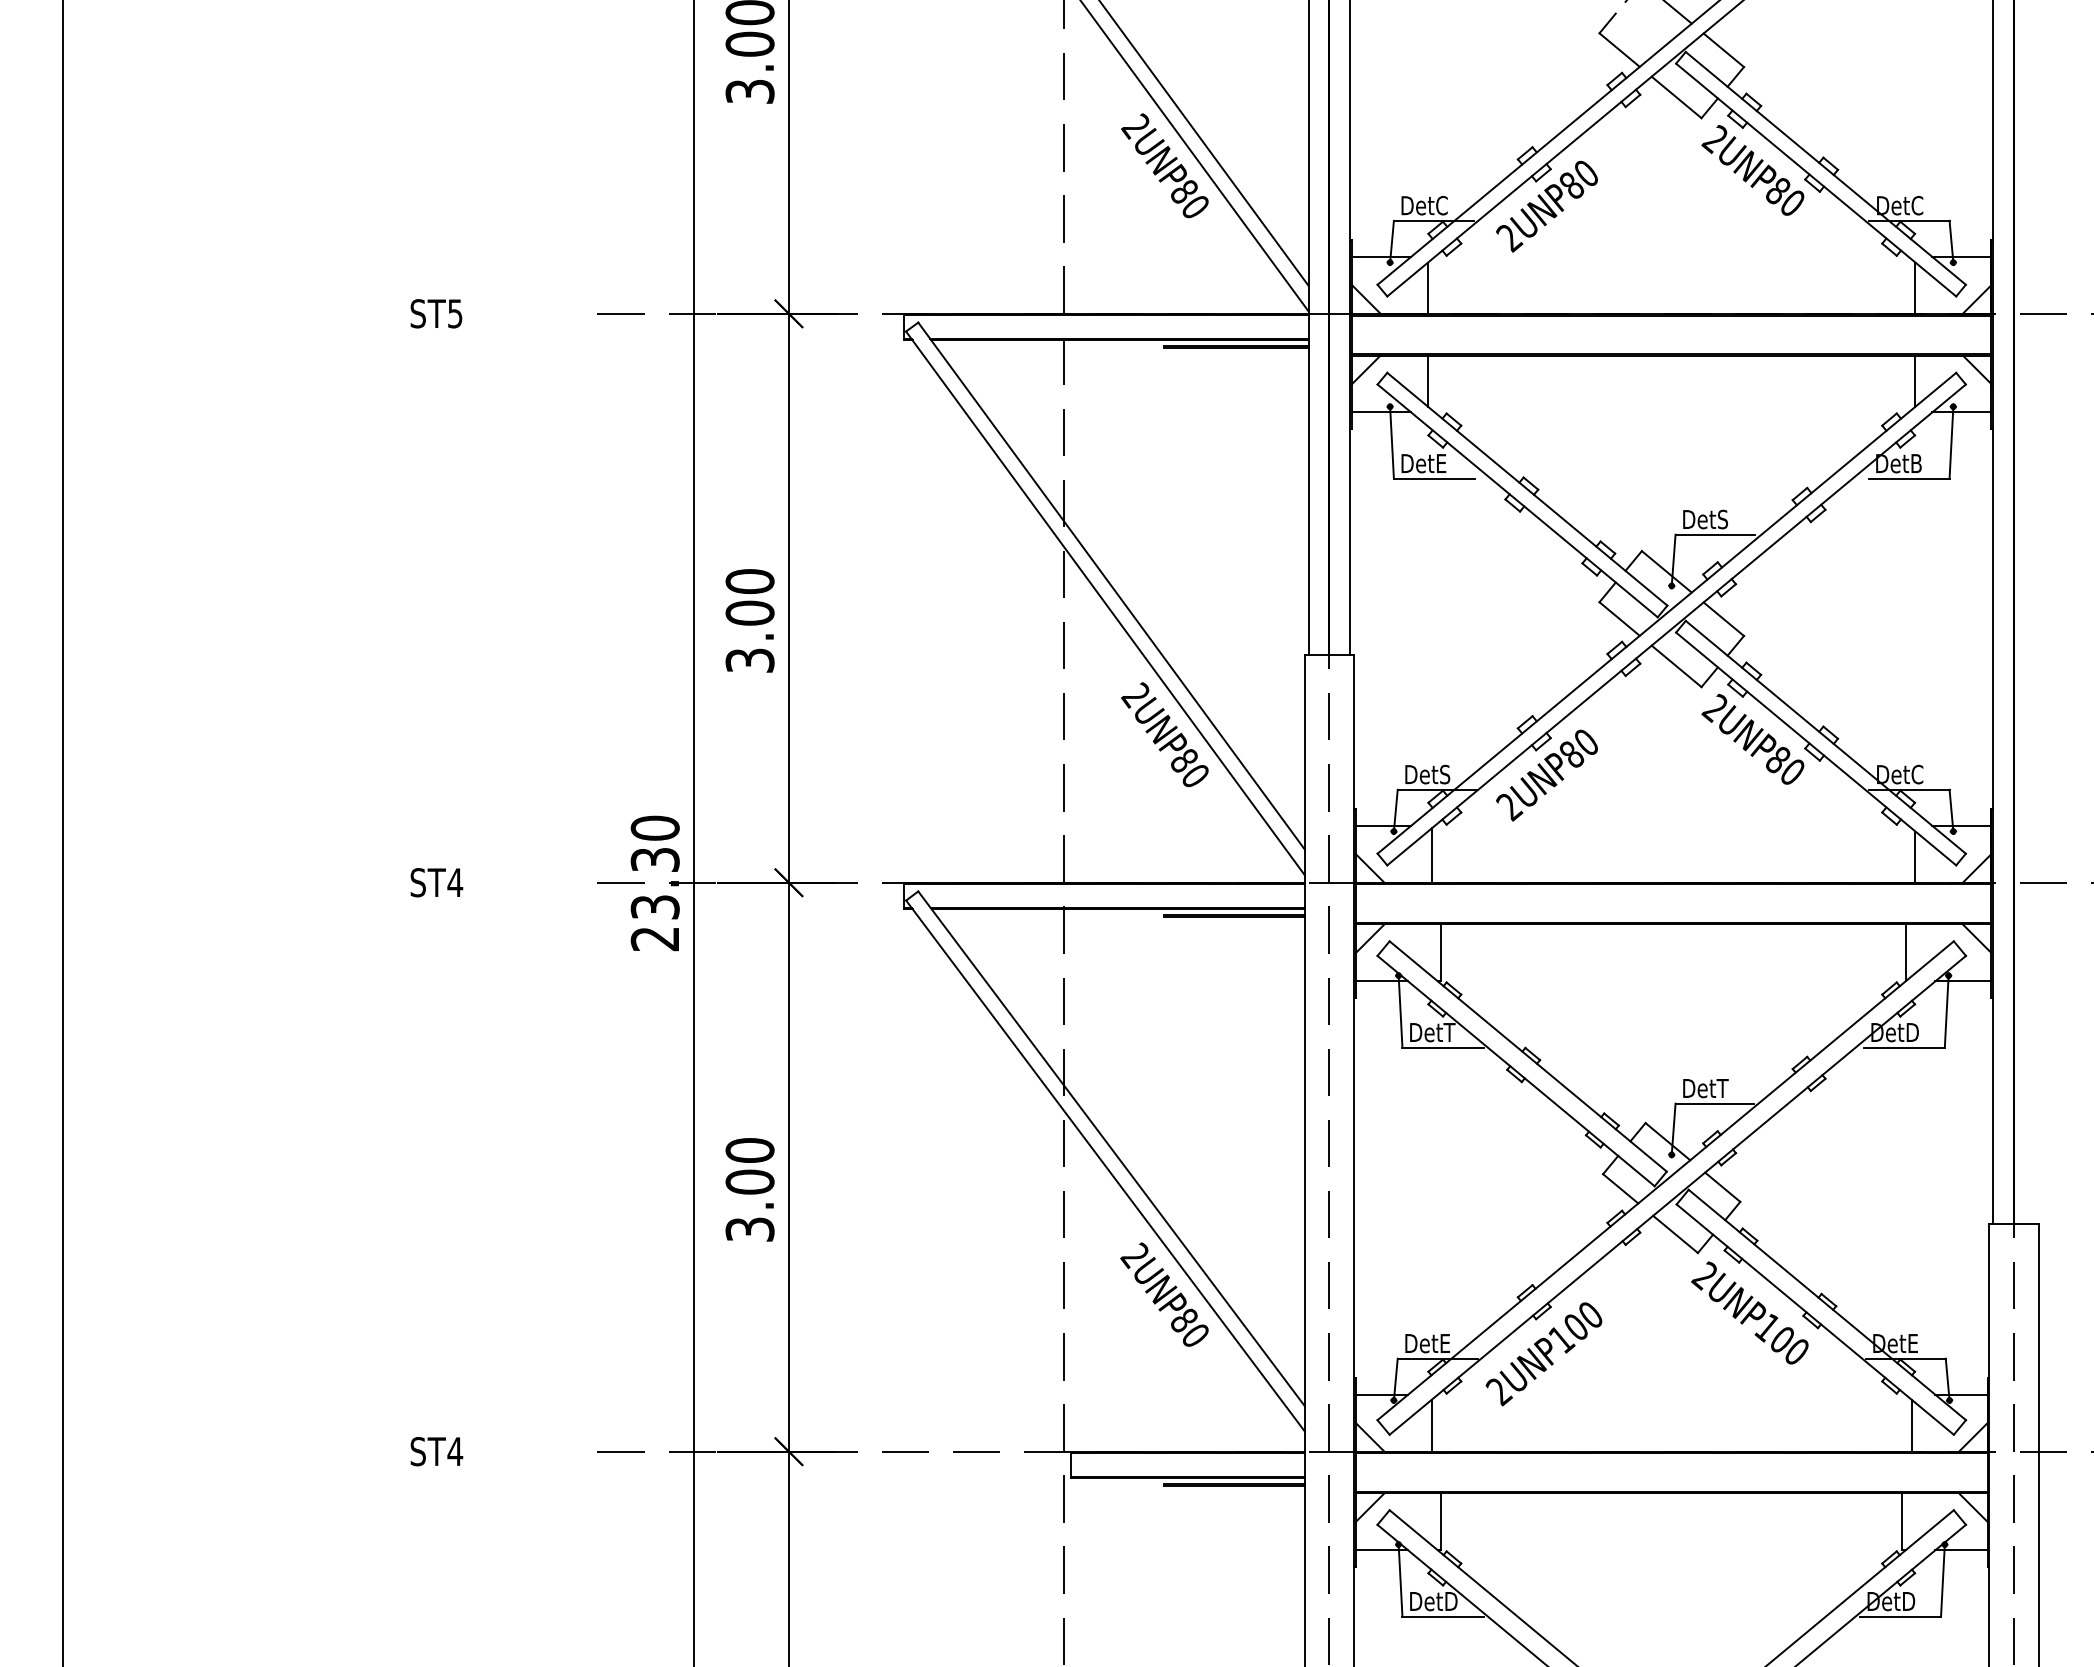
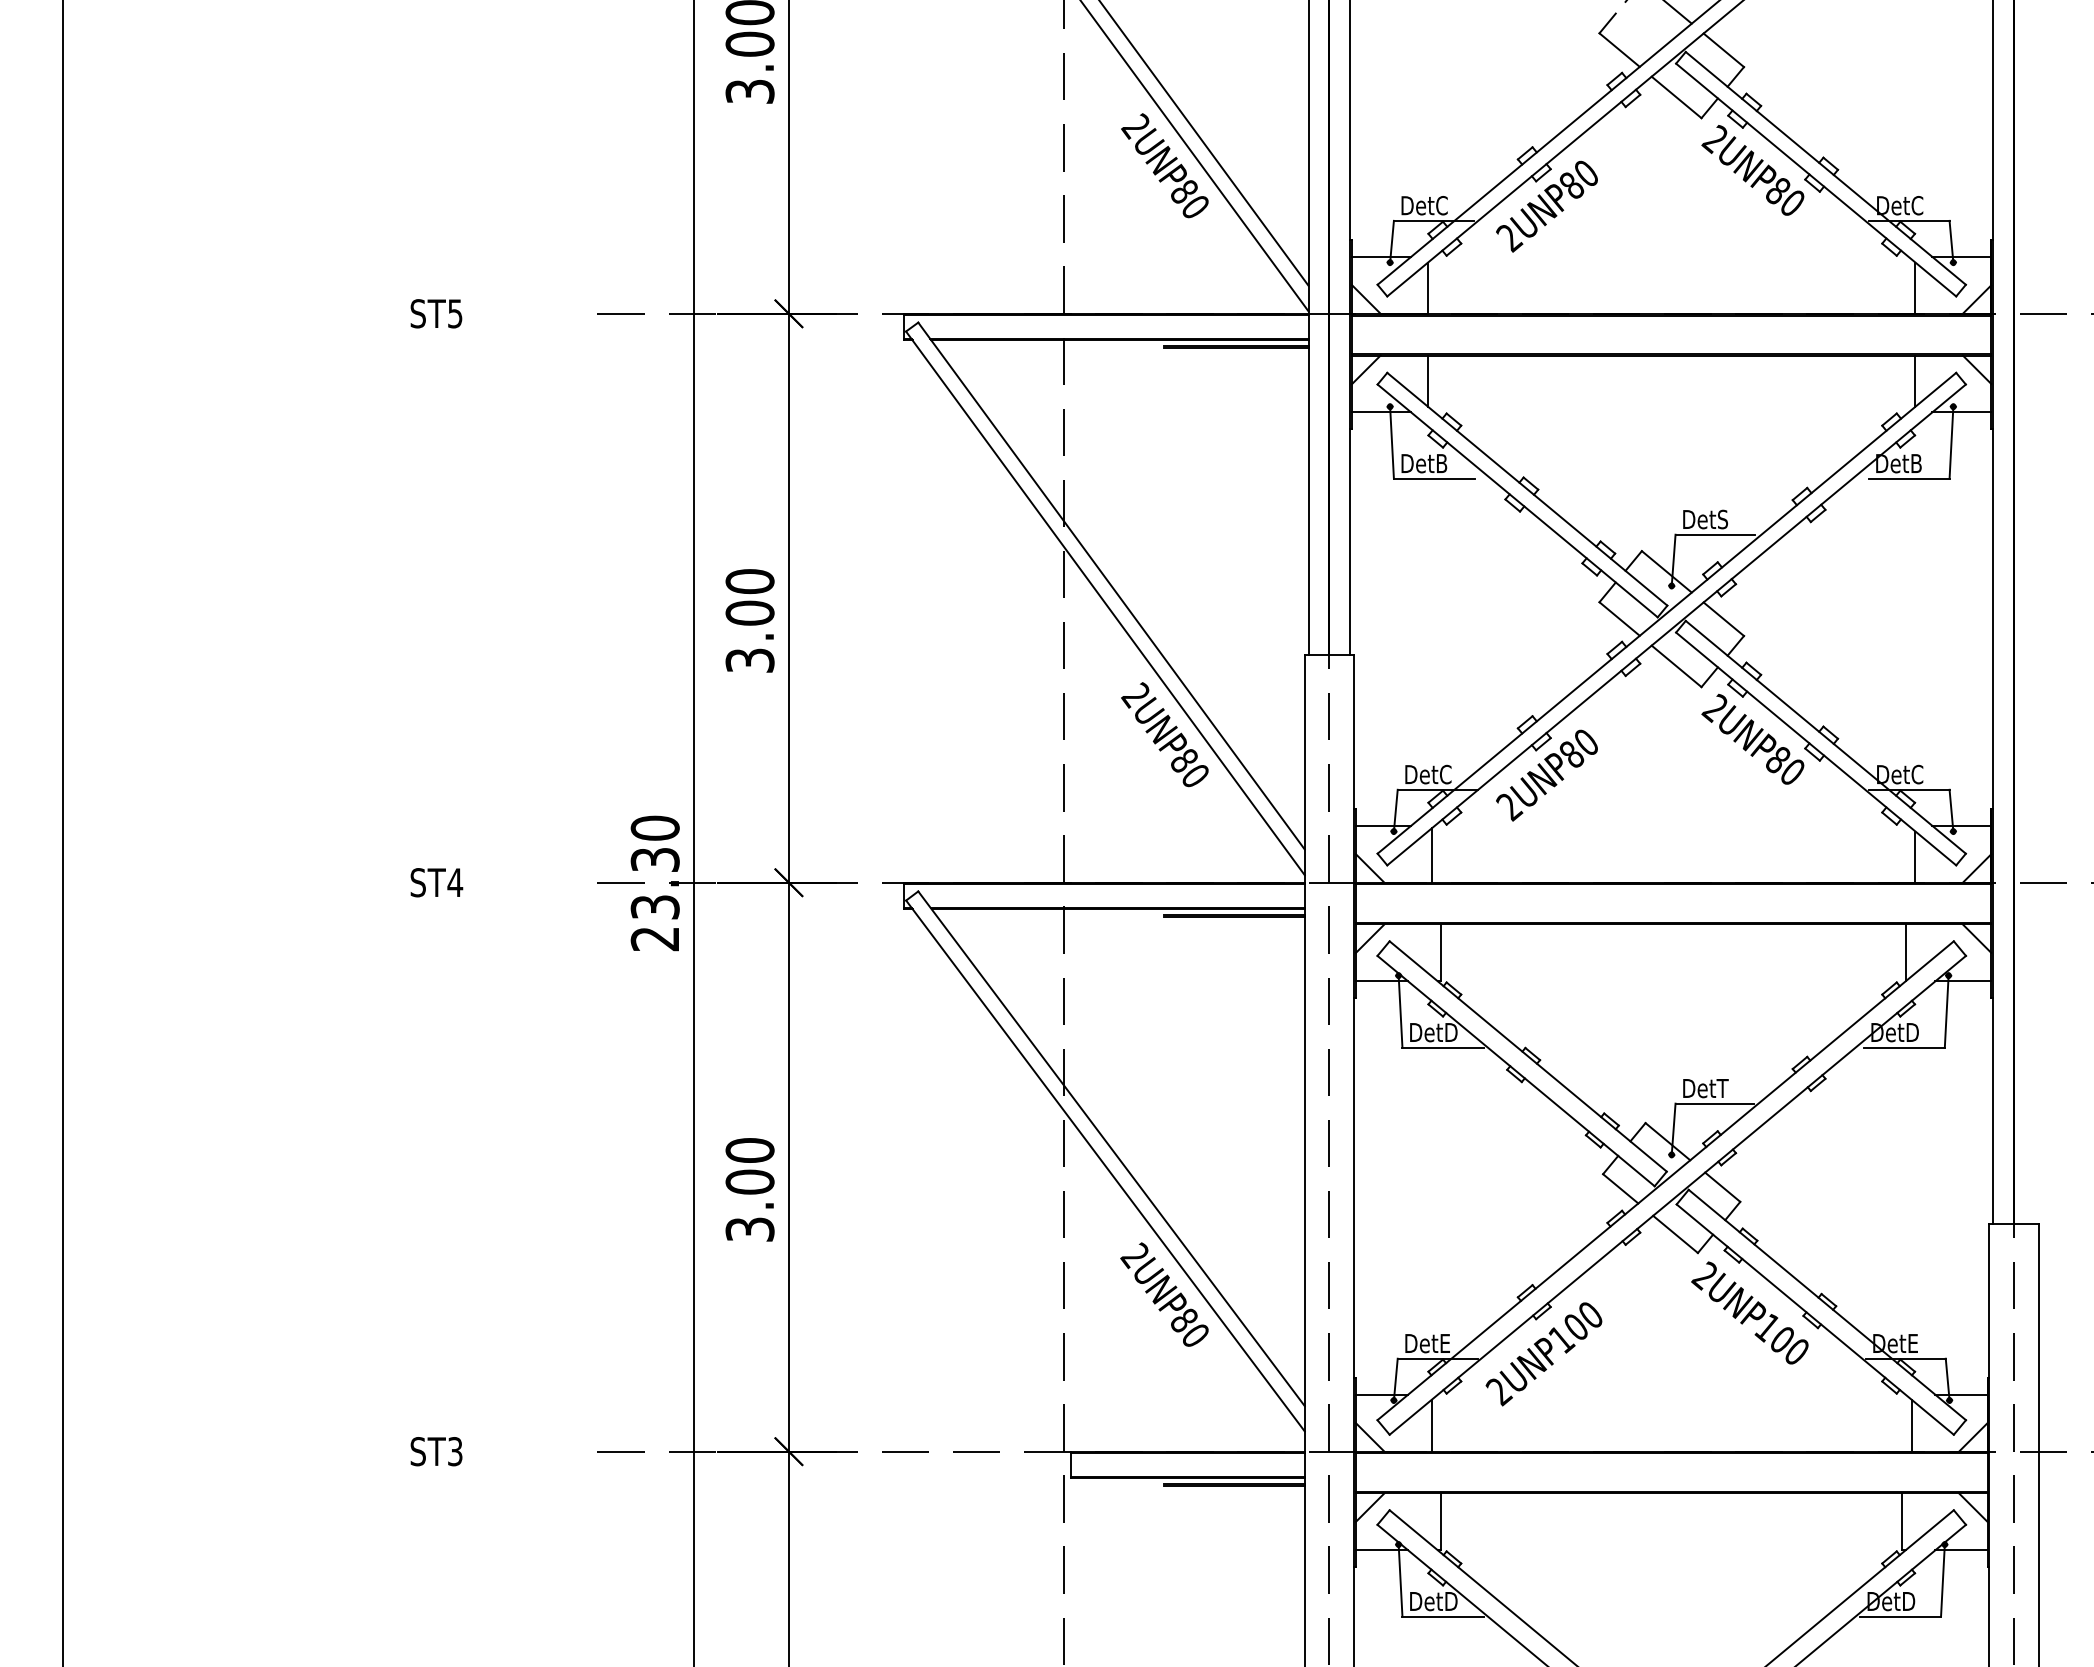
text at (1445, 463): DetE -> DetB
text at (1445, 774): DetS -> DetC
text at (1450, 1032): DetT -> DetD
text at (455, 1451): ST4 -> ST3
